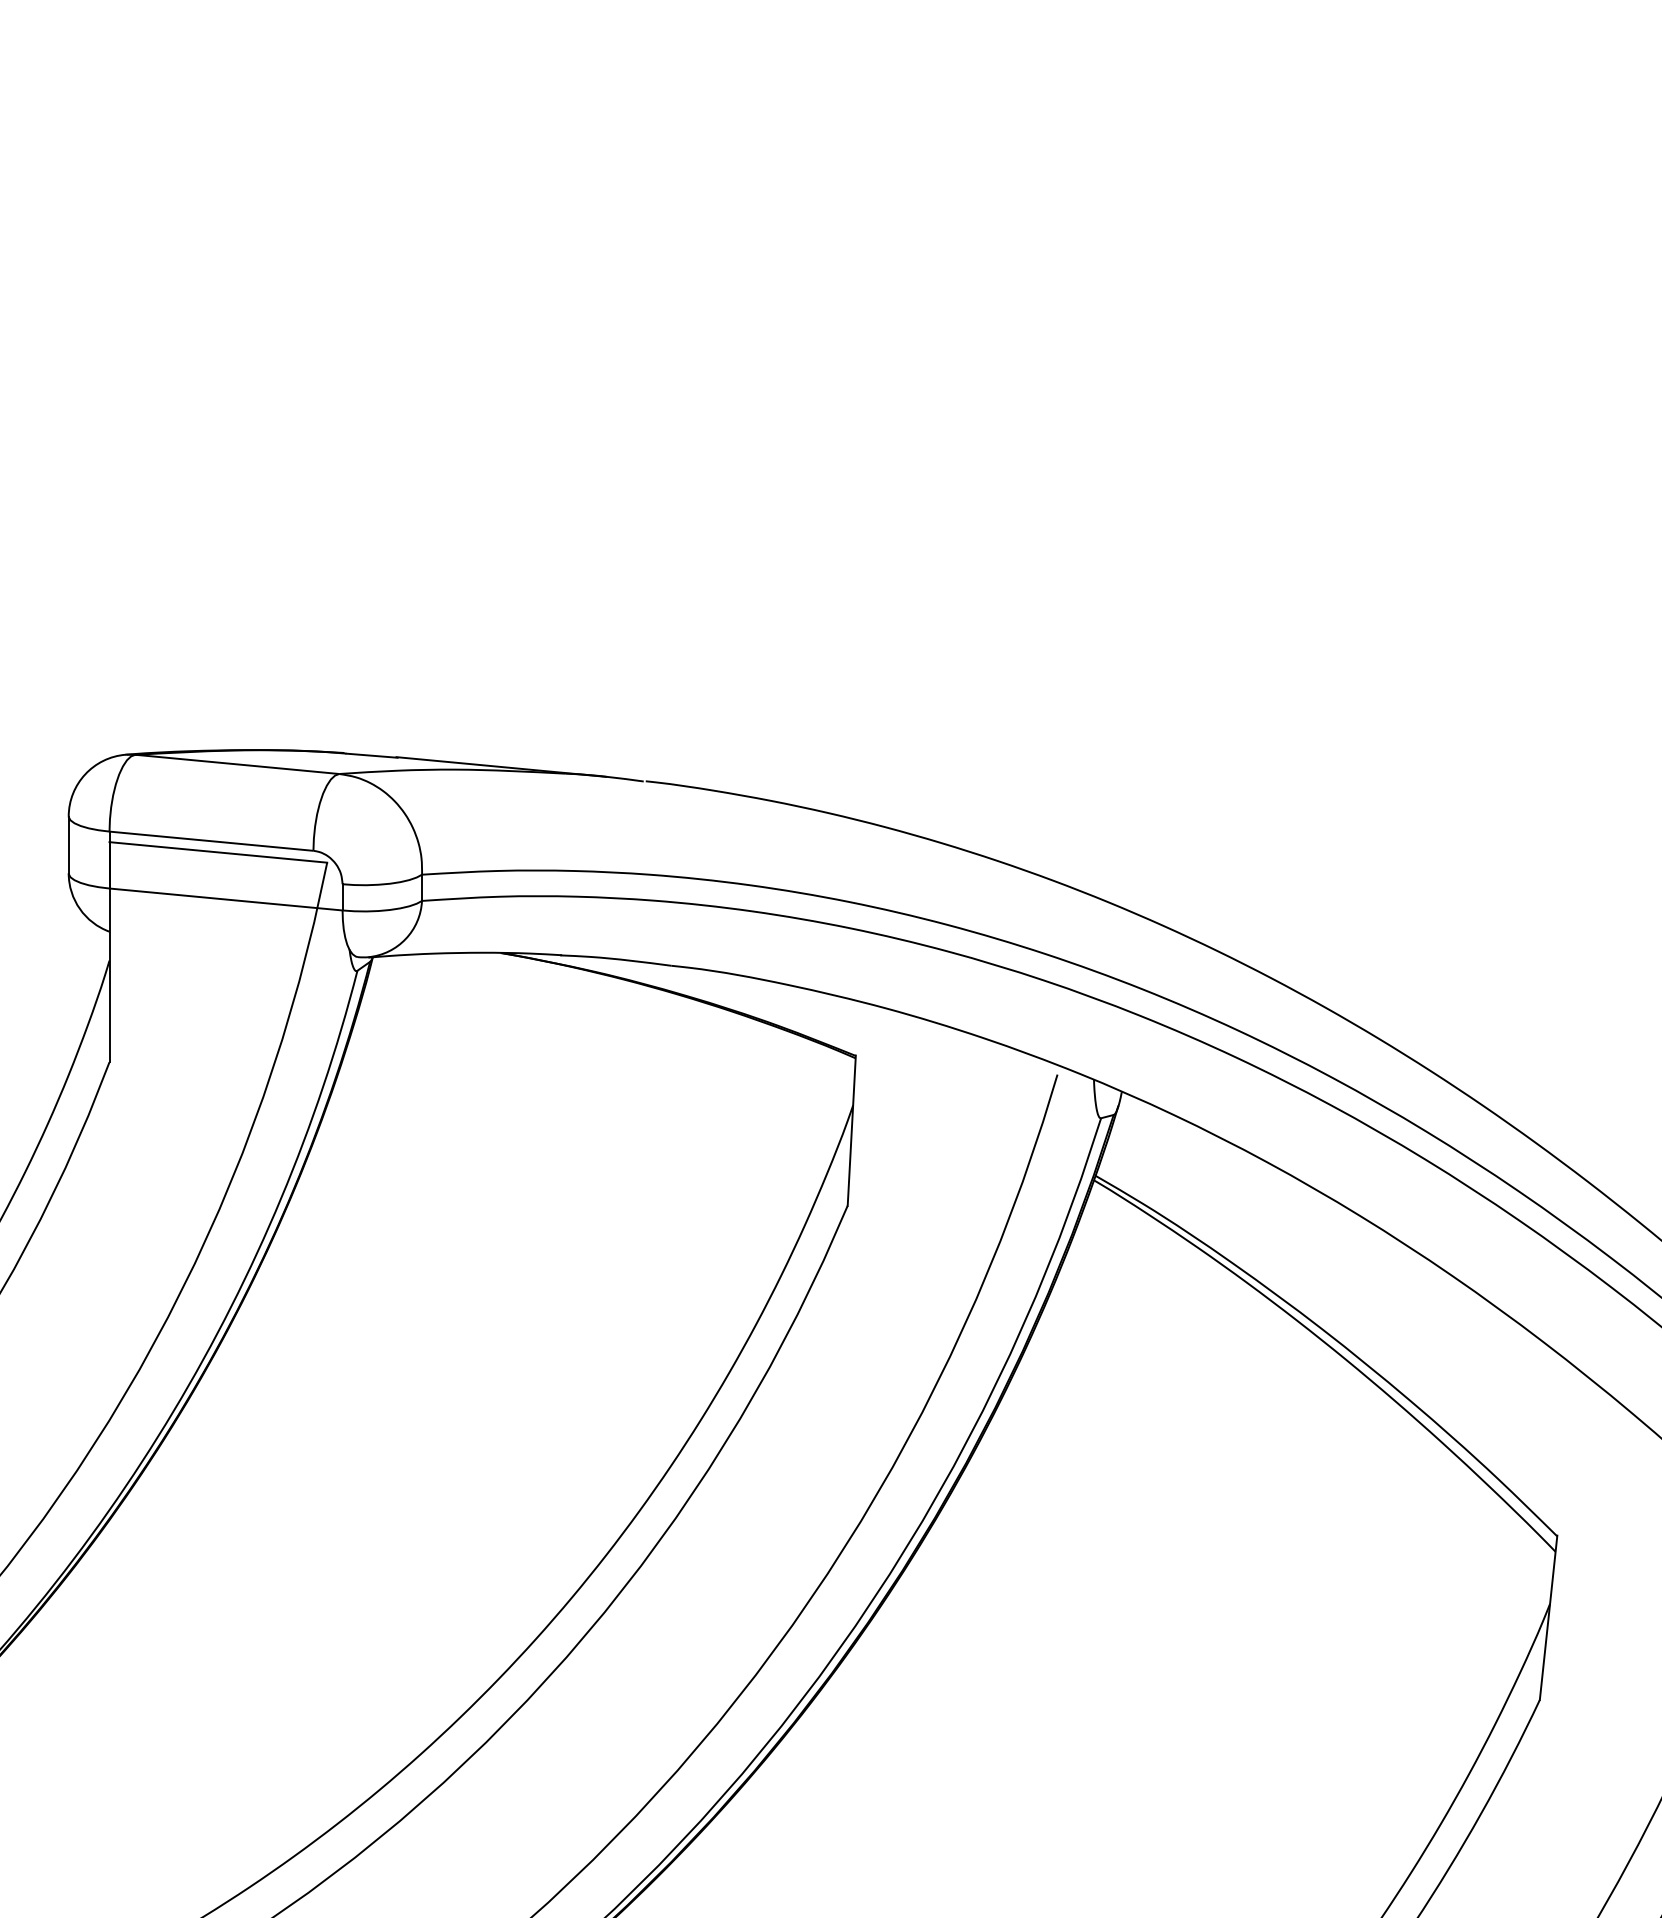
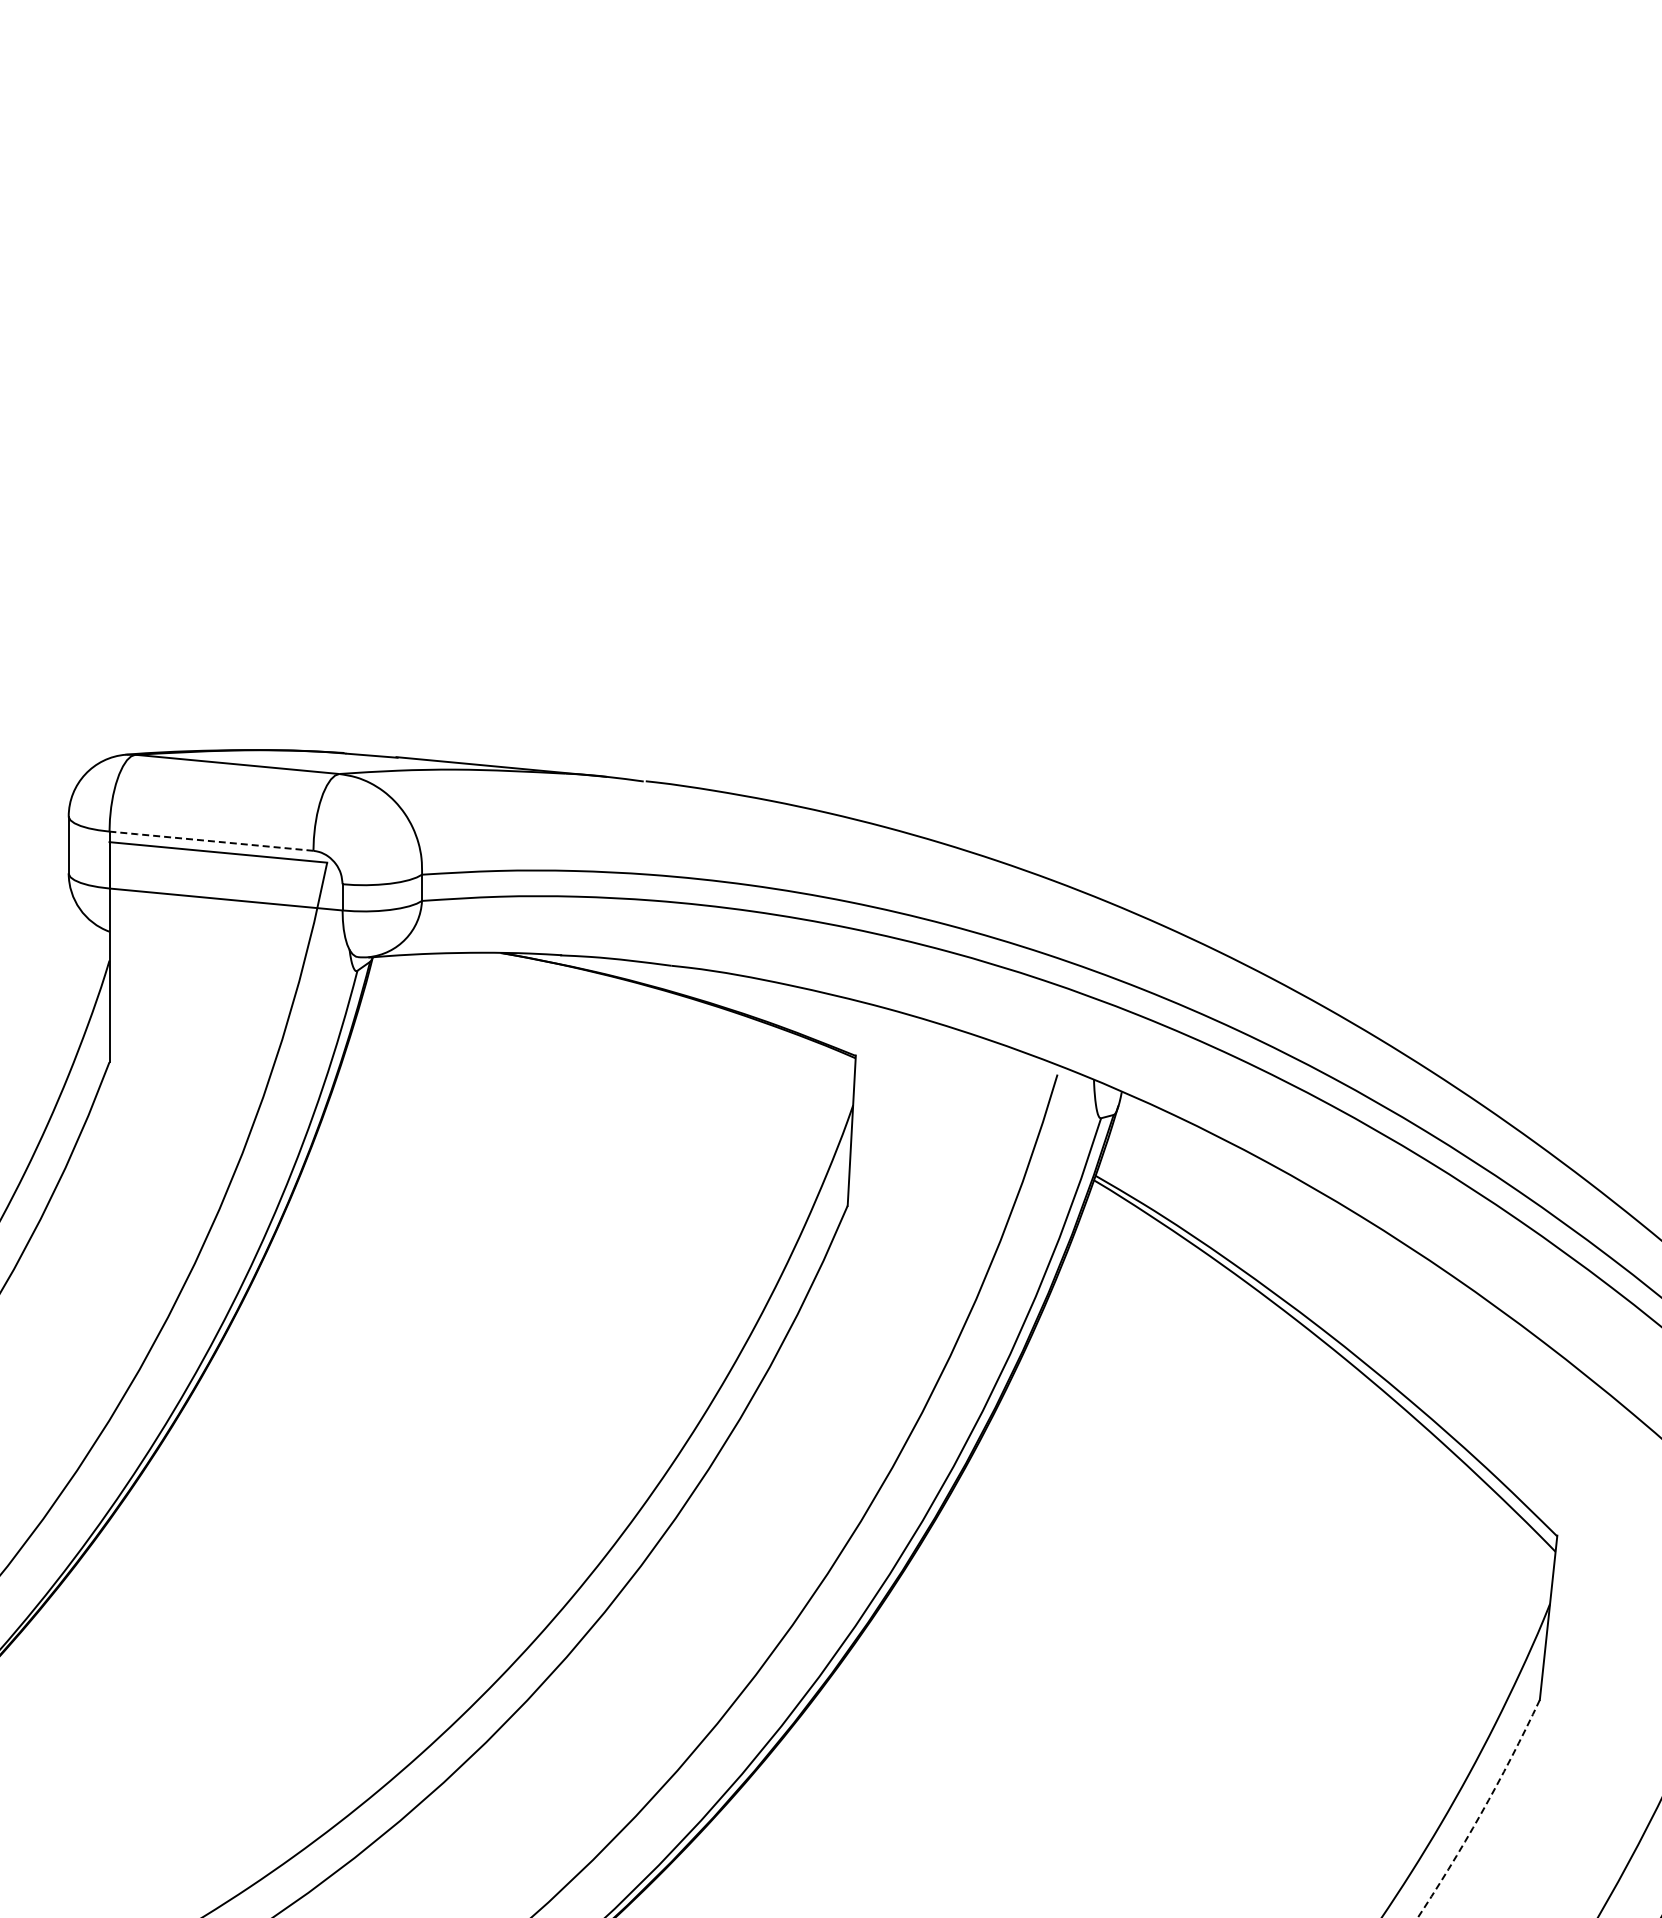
line at (210, 841): solid -> dashed
arc at (1482, 1811): solid -> dashed
